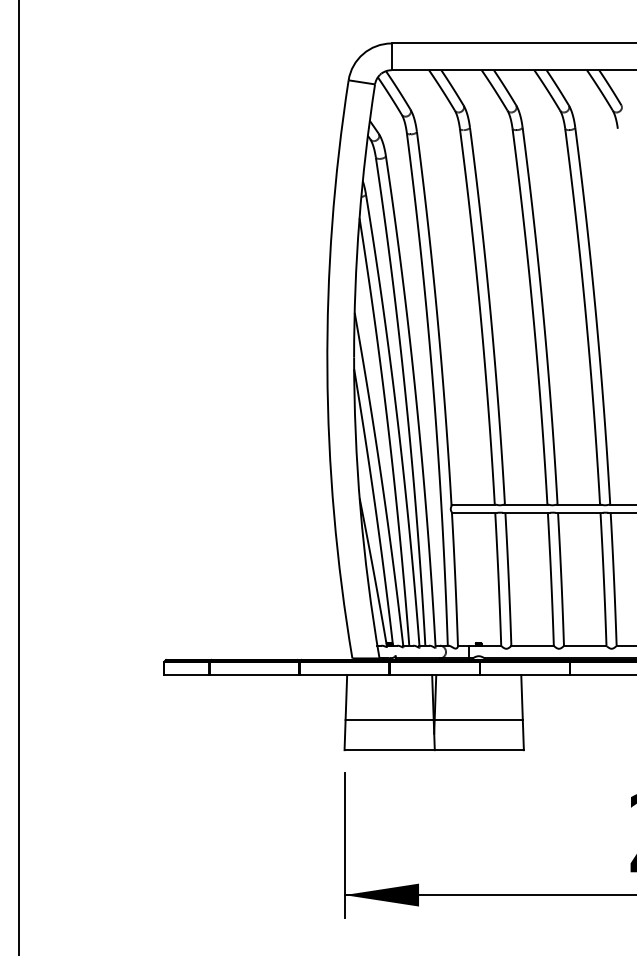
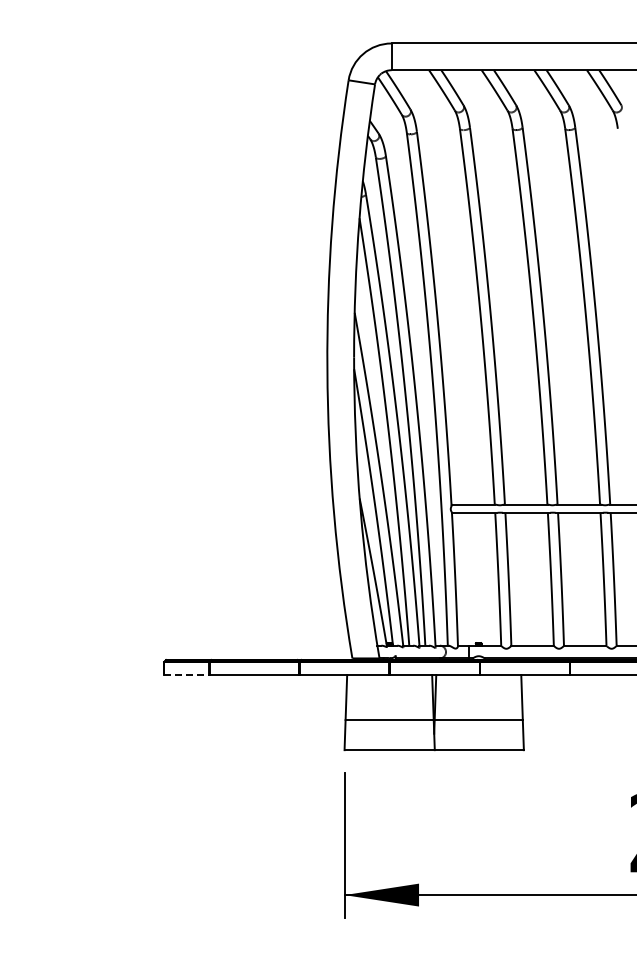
line at (19, 477): present -> none
line at (187, 674): solid -> dashed
